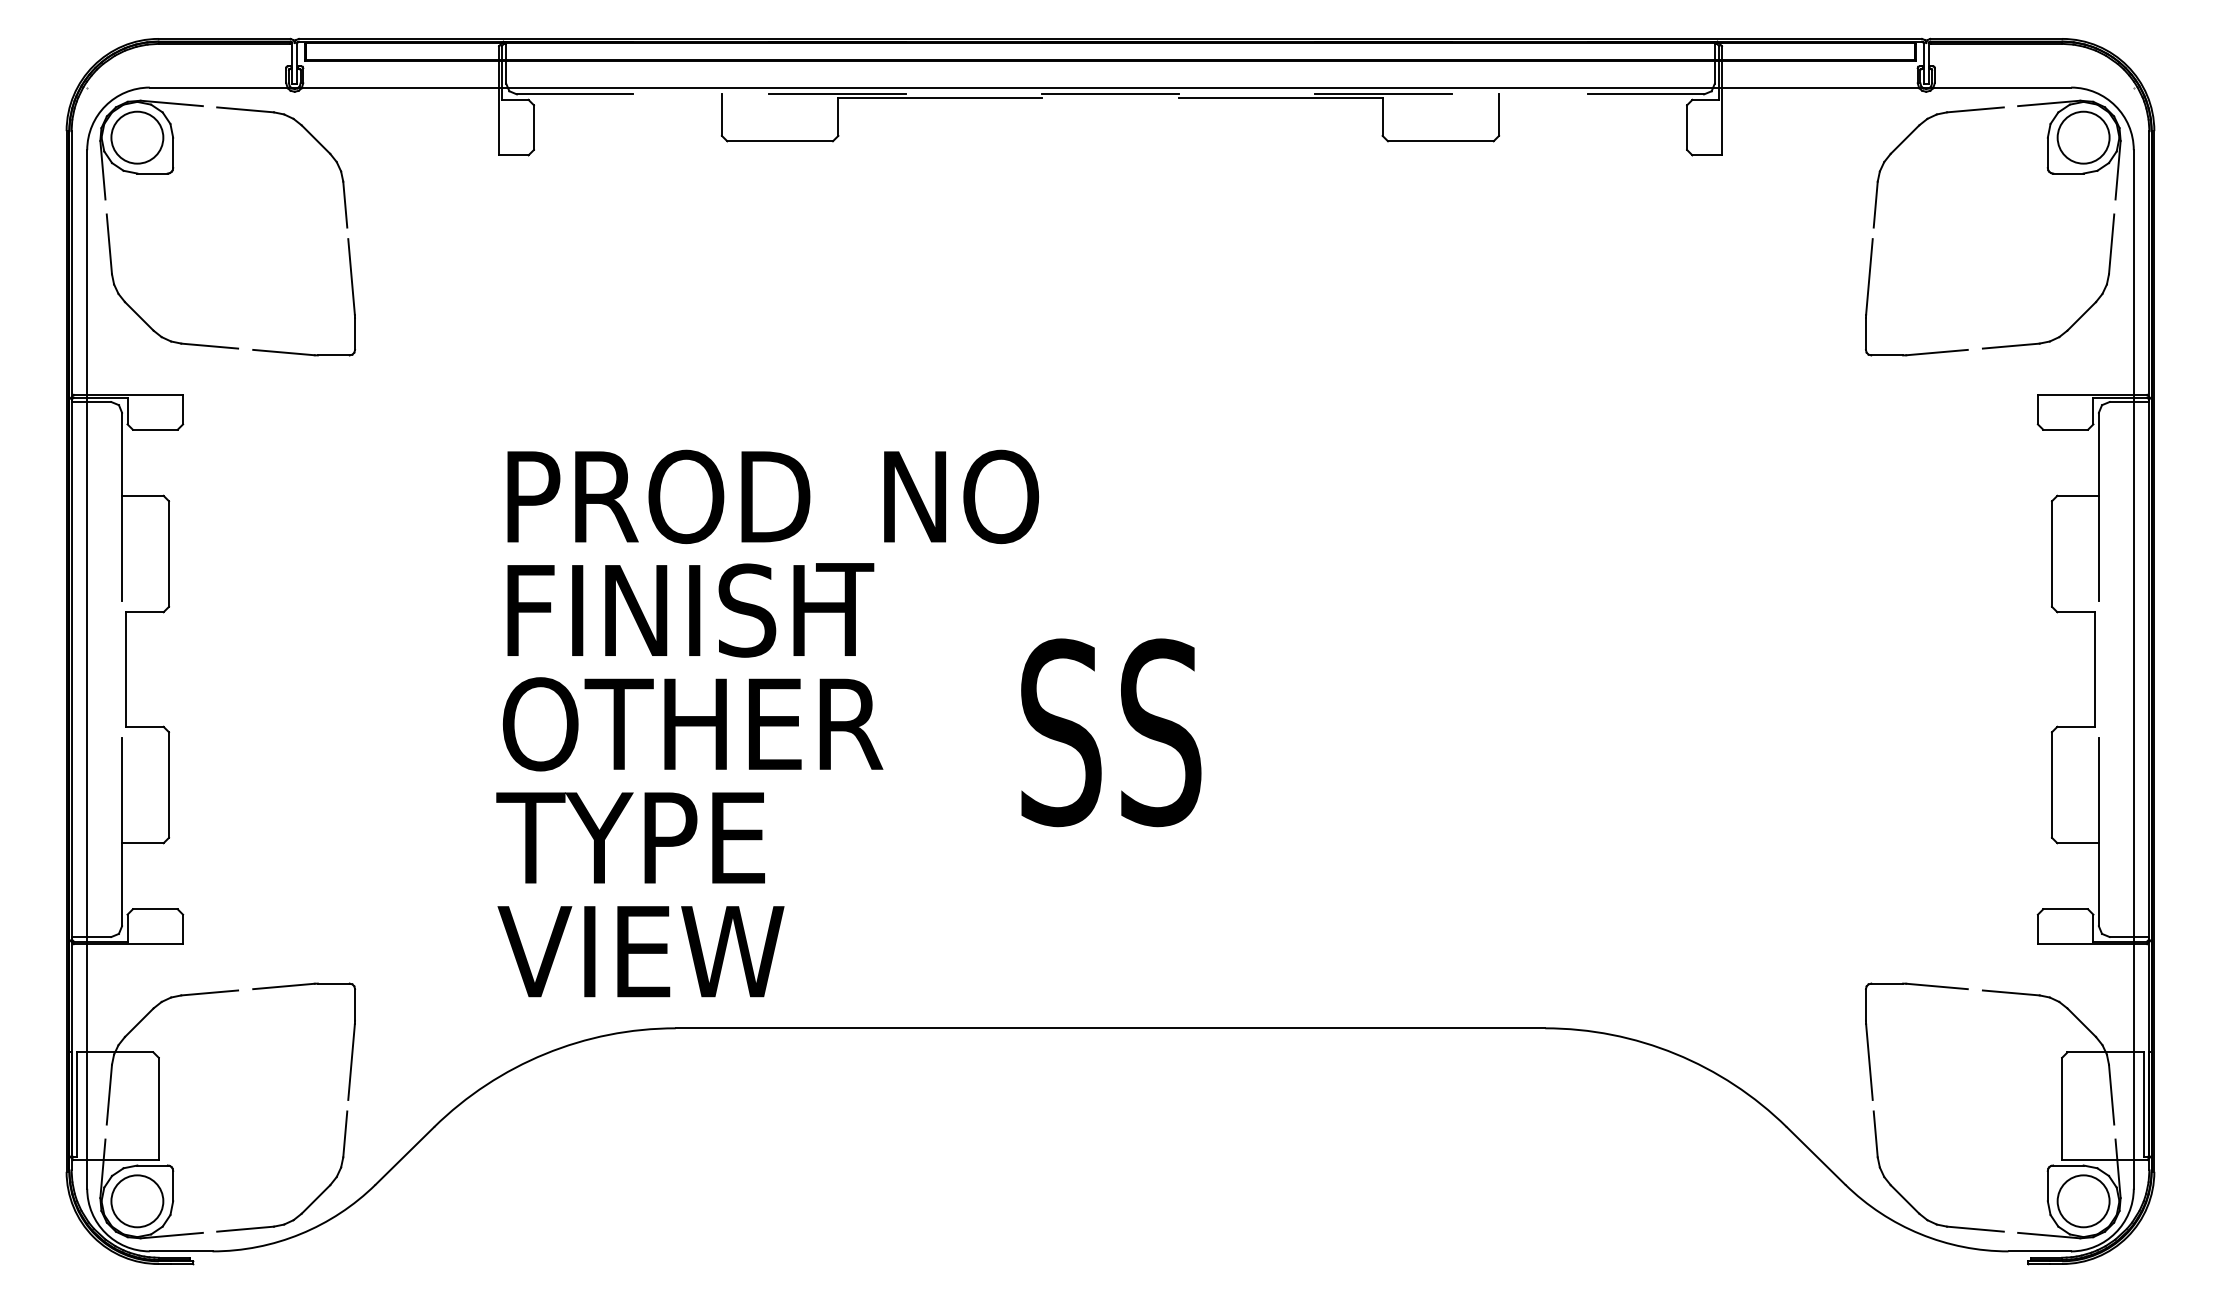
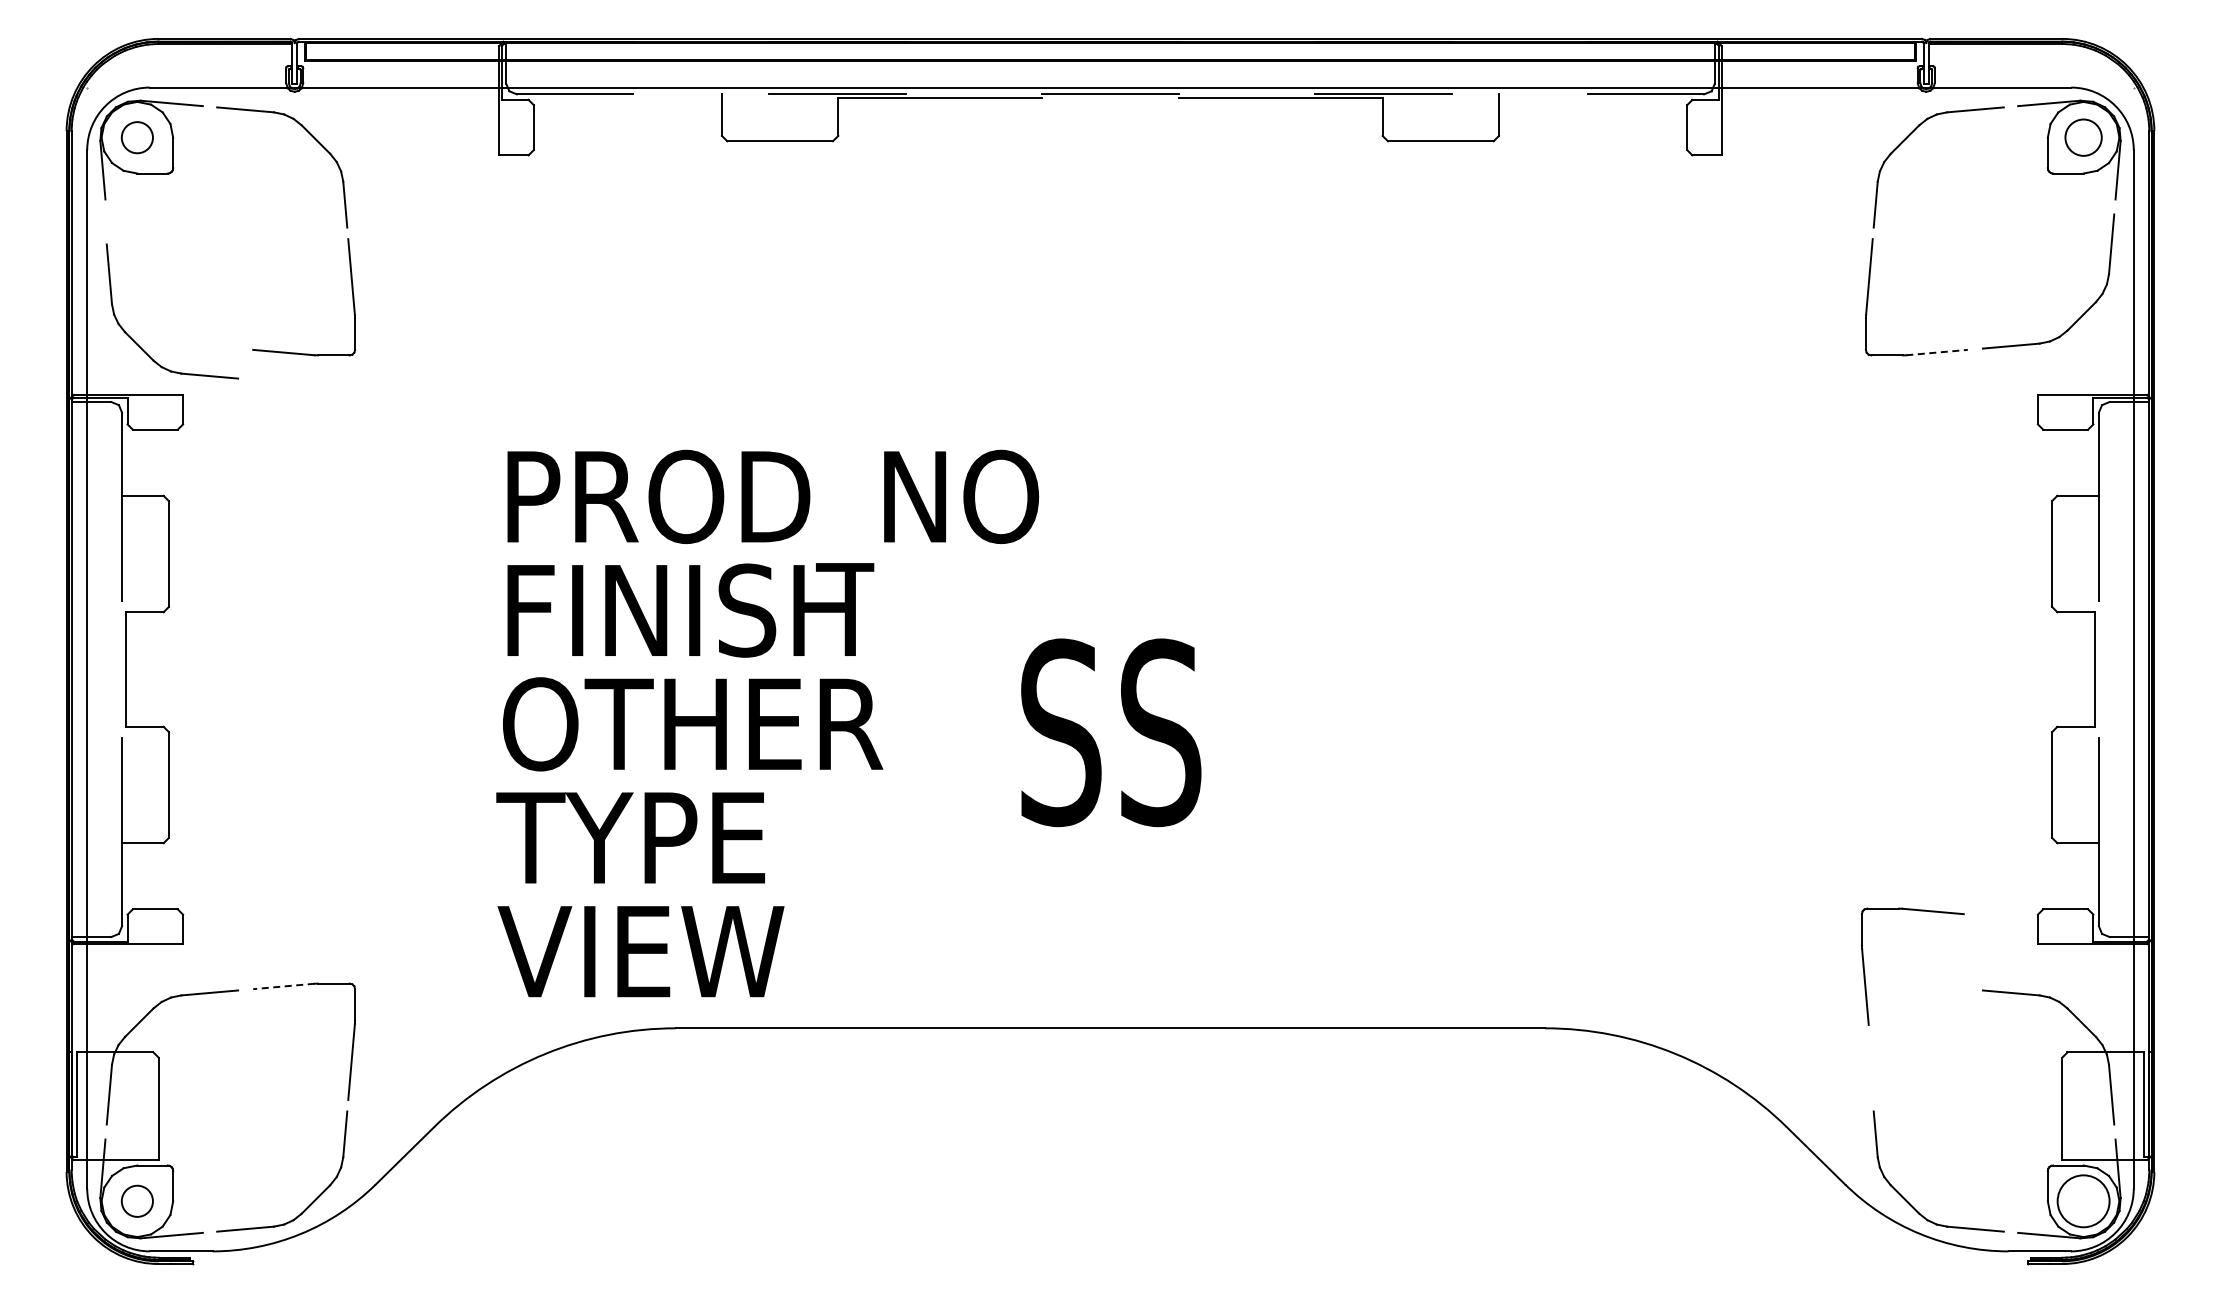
circle at (137, 137) diameter: 52 px -> 31 px
circle at (2083, 137) diameter: 52 px -> 36 px
part at (138, 314) position: (138, 314) -> (138, 344)
line at (1937, 352): solid -> dashed
line at (283, 986): solid -> dashed
part at (1869, 1047) position: (1869, 1047) -> (1865, 972)
circle at (137, 1201) diameter: 52 px -> 31 px
